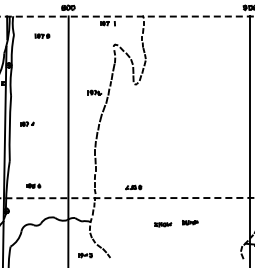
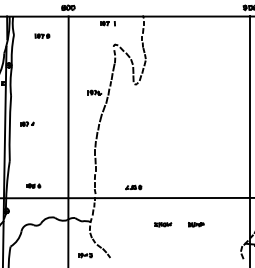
line at (127, 16): dashed -> solid
line at (128, 198): dashed -> solid
part at (190, 222) position: (190, 222) -> (196, 224)
